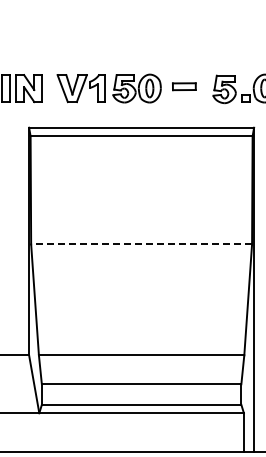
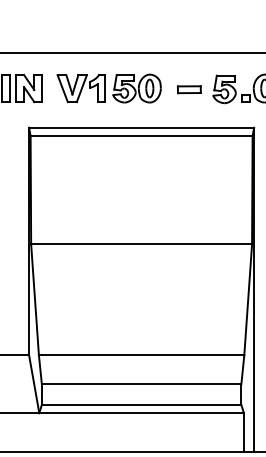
line at (132, 52): none -> present
part at (184, 86) position: (184, 86) -> (189, 89)
line at (141, 244): dashed -> solid
